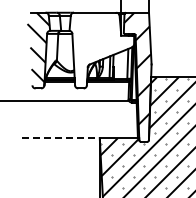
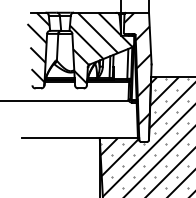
hatch at (101, 47): none -> present
line at (61, 138): dashed -> solid
